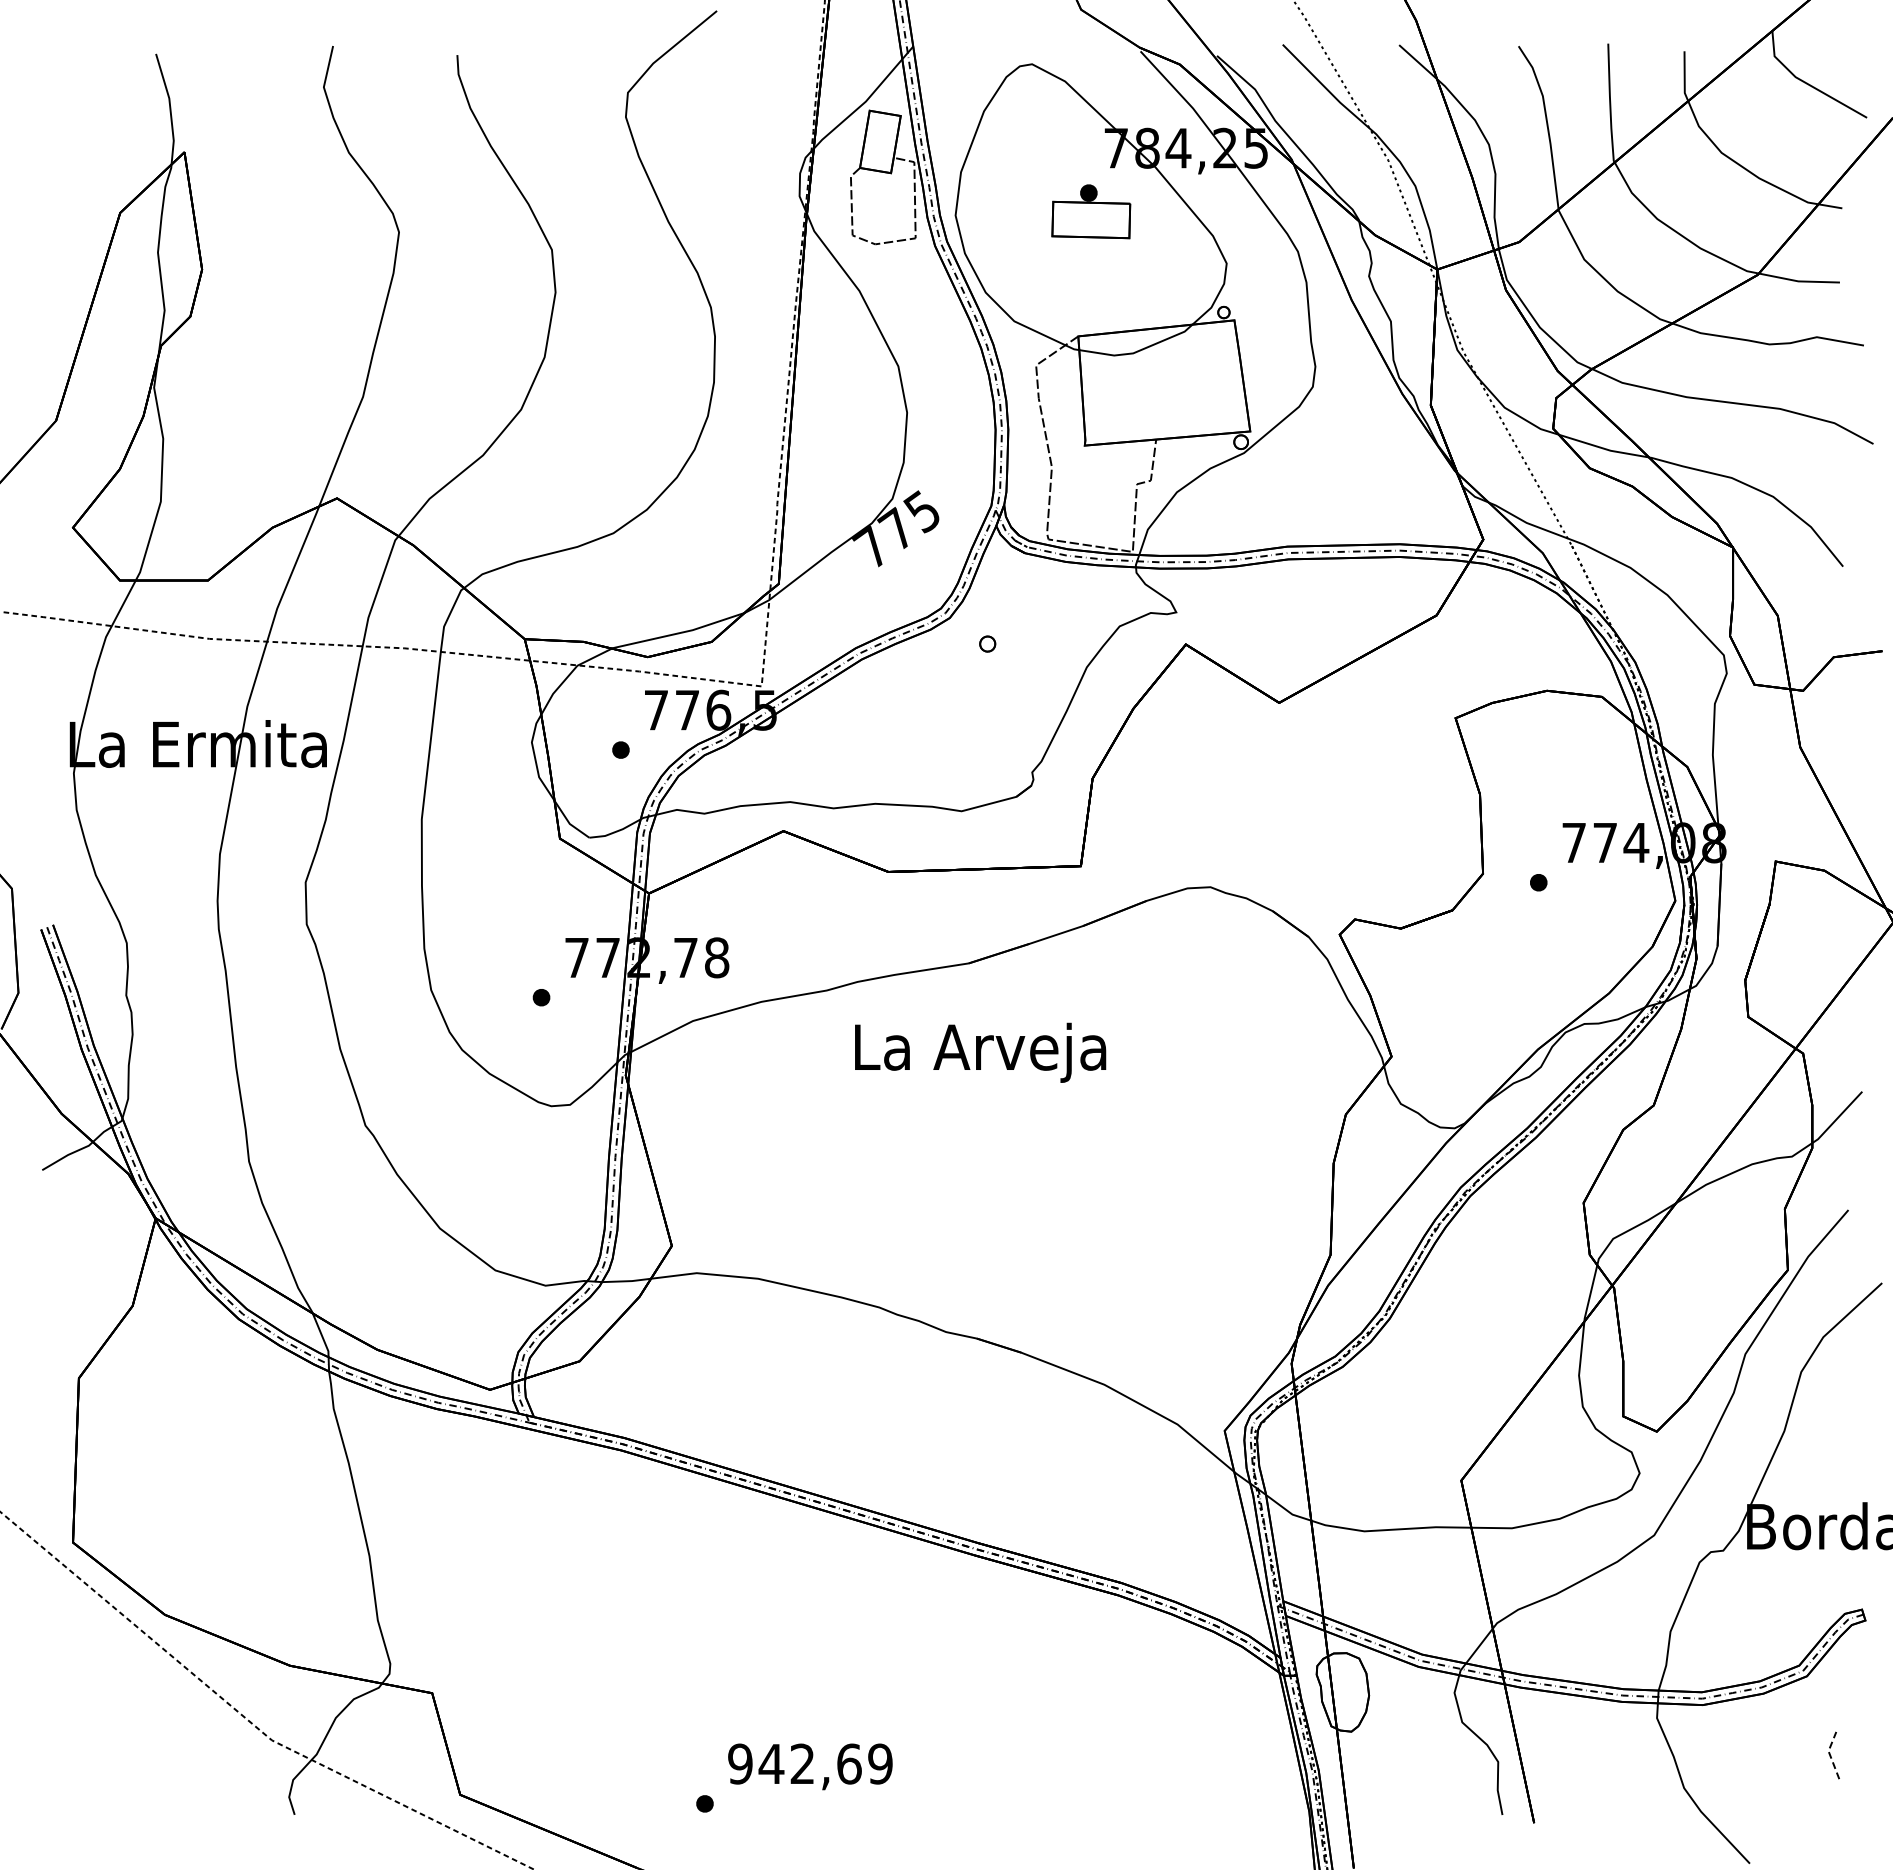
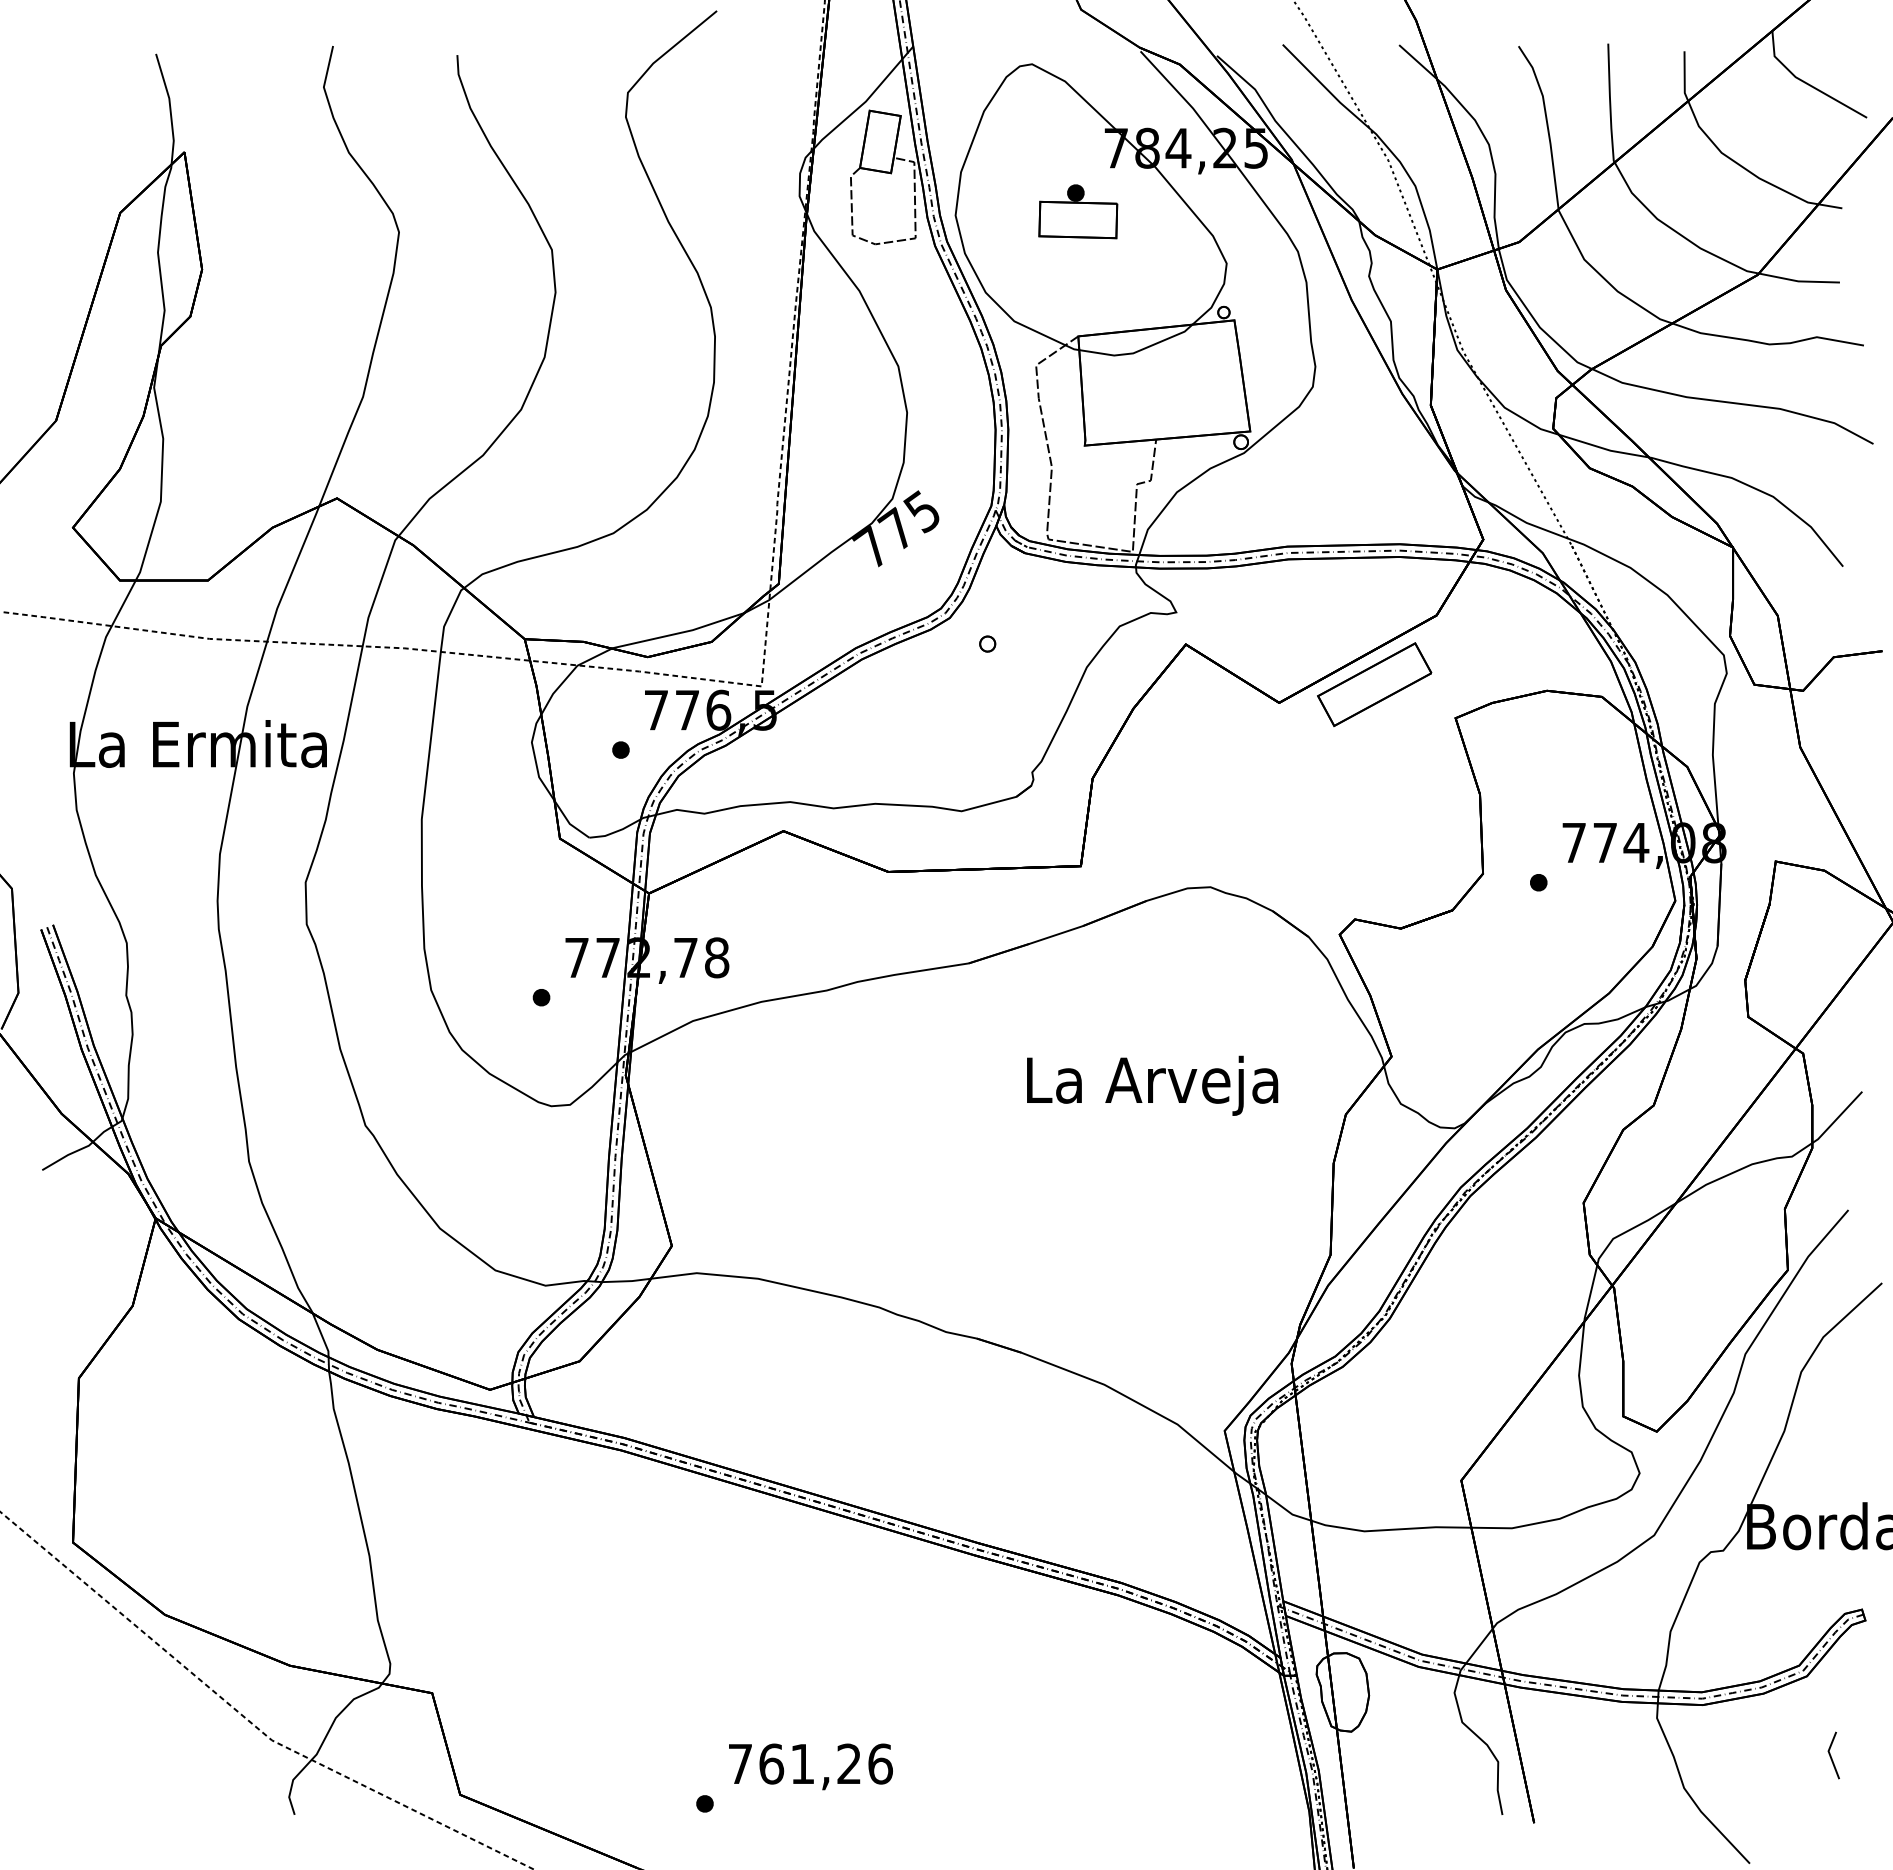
part at (1091, 211) position: (1091, 211) -> (1078, 211)
part at (1374, 684): none -> present
text at (980, 1052) position: (980, 1052) -> (1152, 1085)
line at (1830, 1754): dashed -> solid
text at (810, 1763): 942,69 -> 761,26
